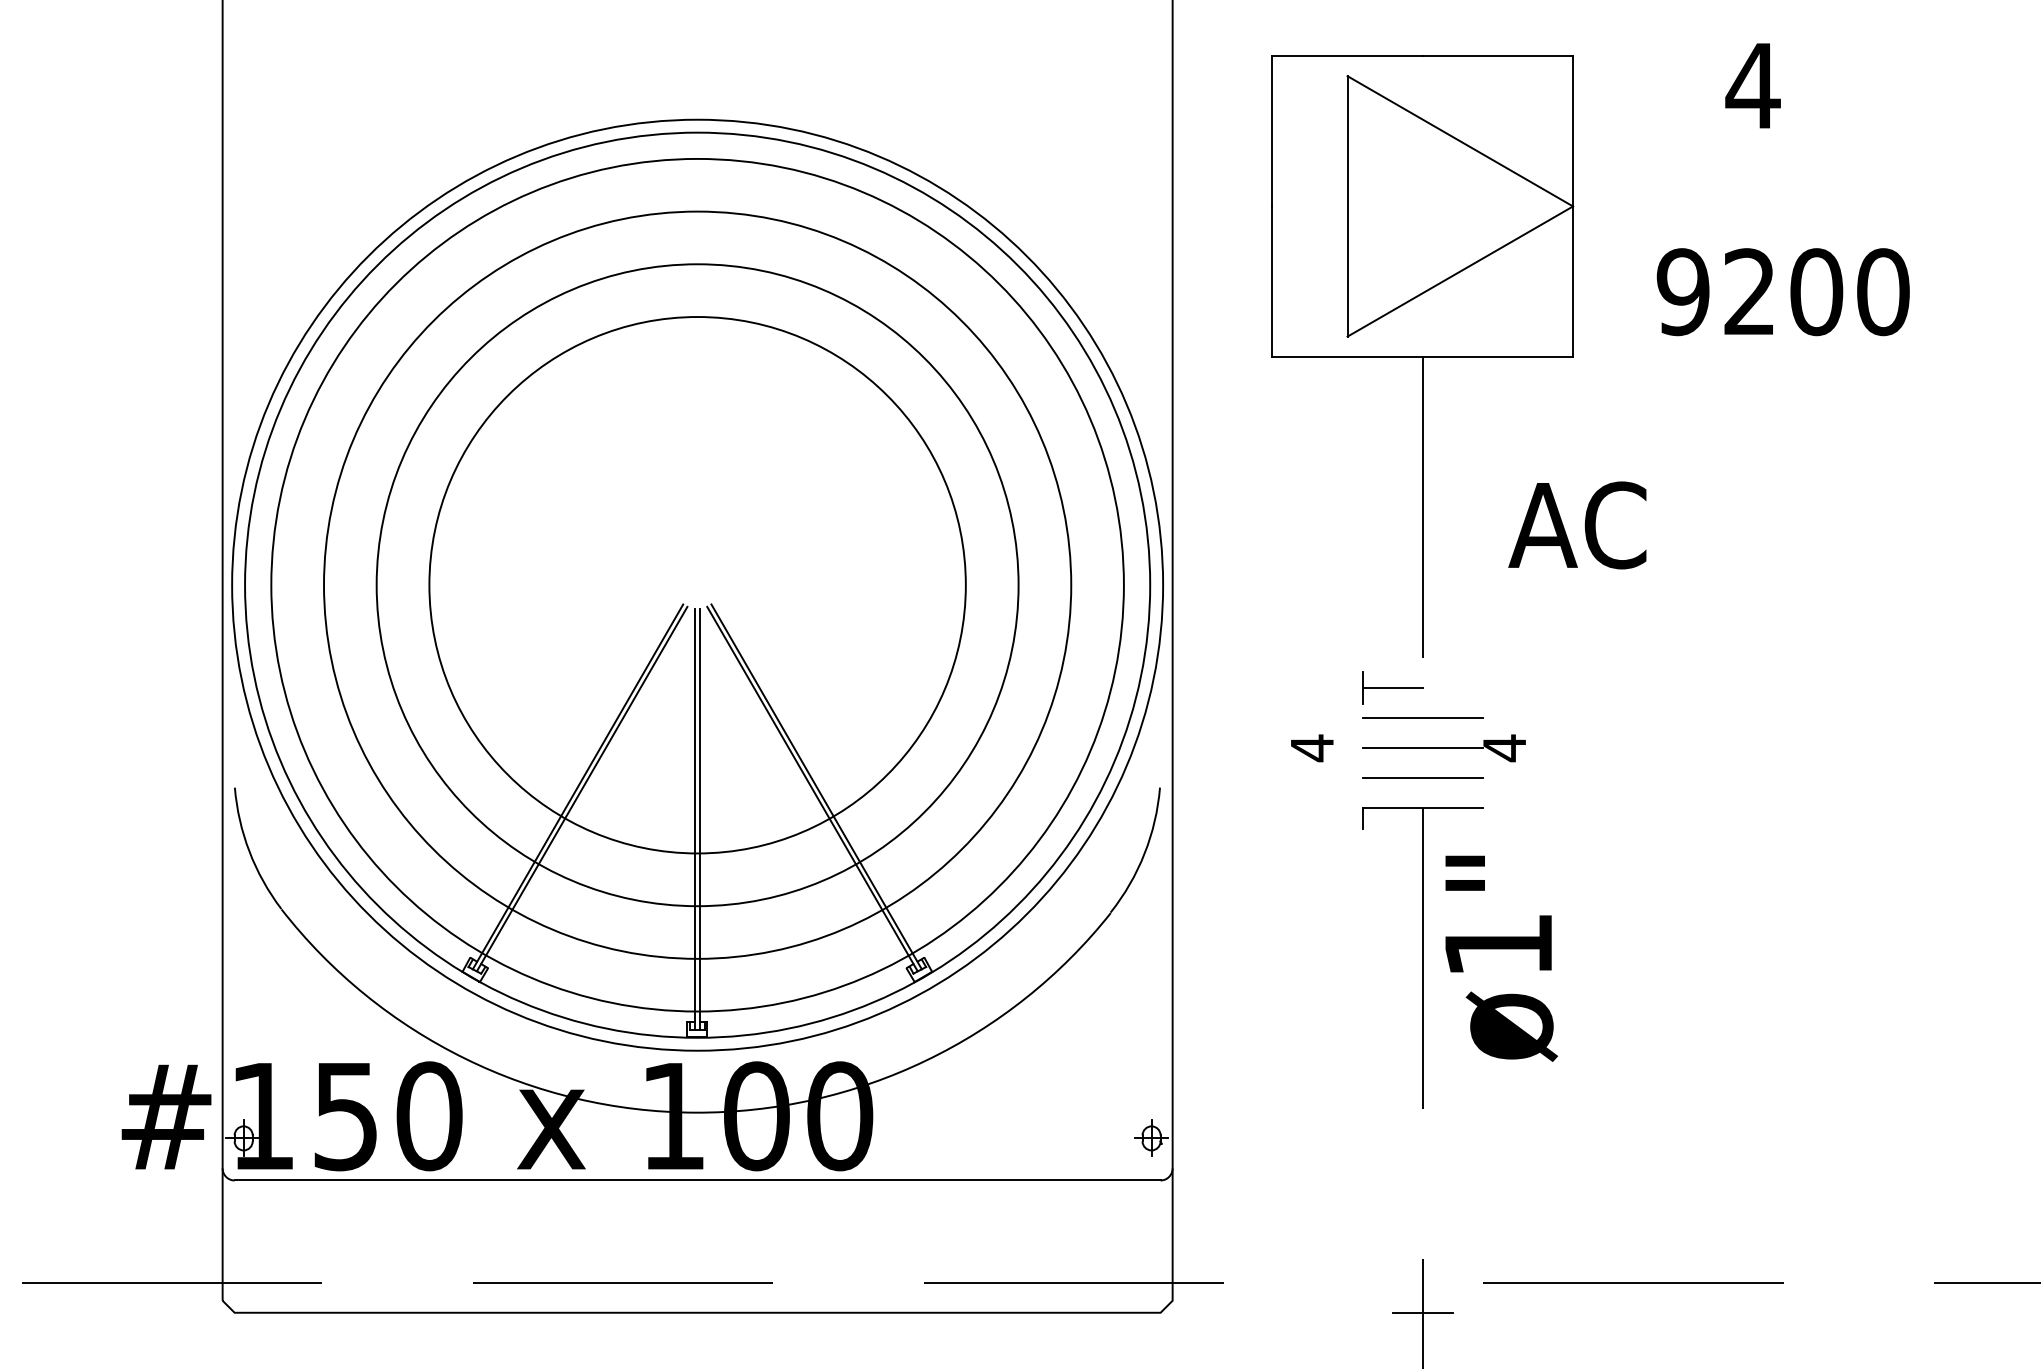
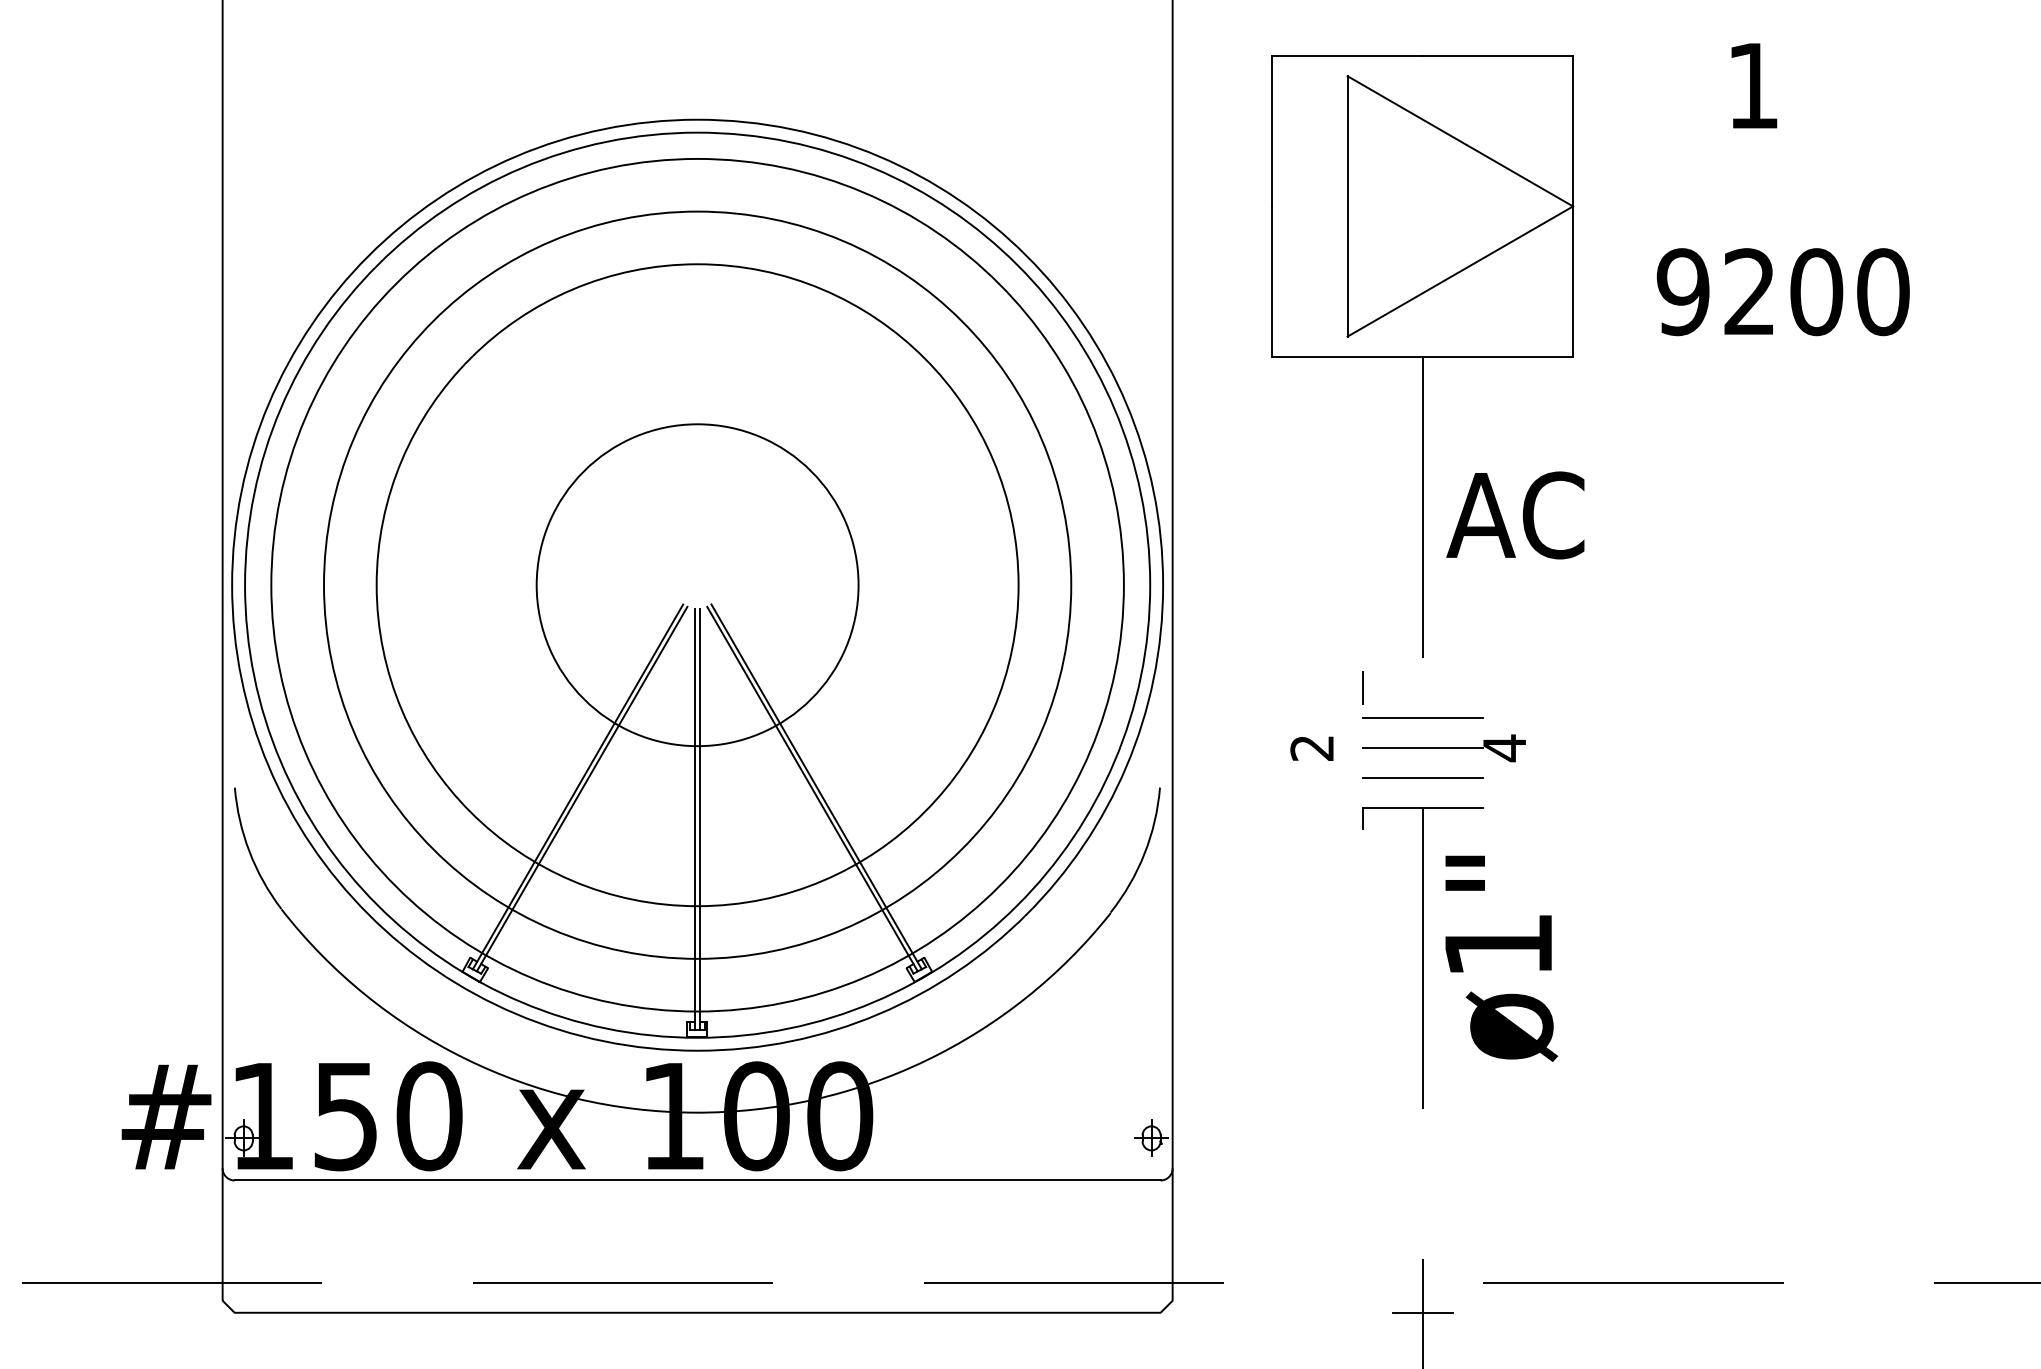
text at (1752, 85): 4 -> 1
text at (1577, 525) position: (1577, 525) -> (1515, 515)
circle at (697, 585) diameter: 536 px -> 322 px
line at (1392, 688): present -> none
text at (1311, 748): 4 -> 2
